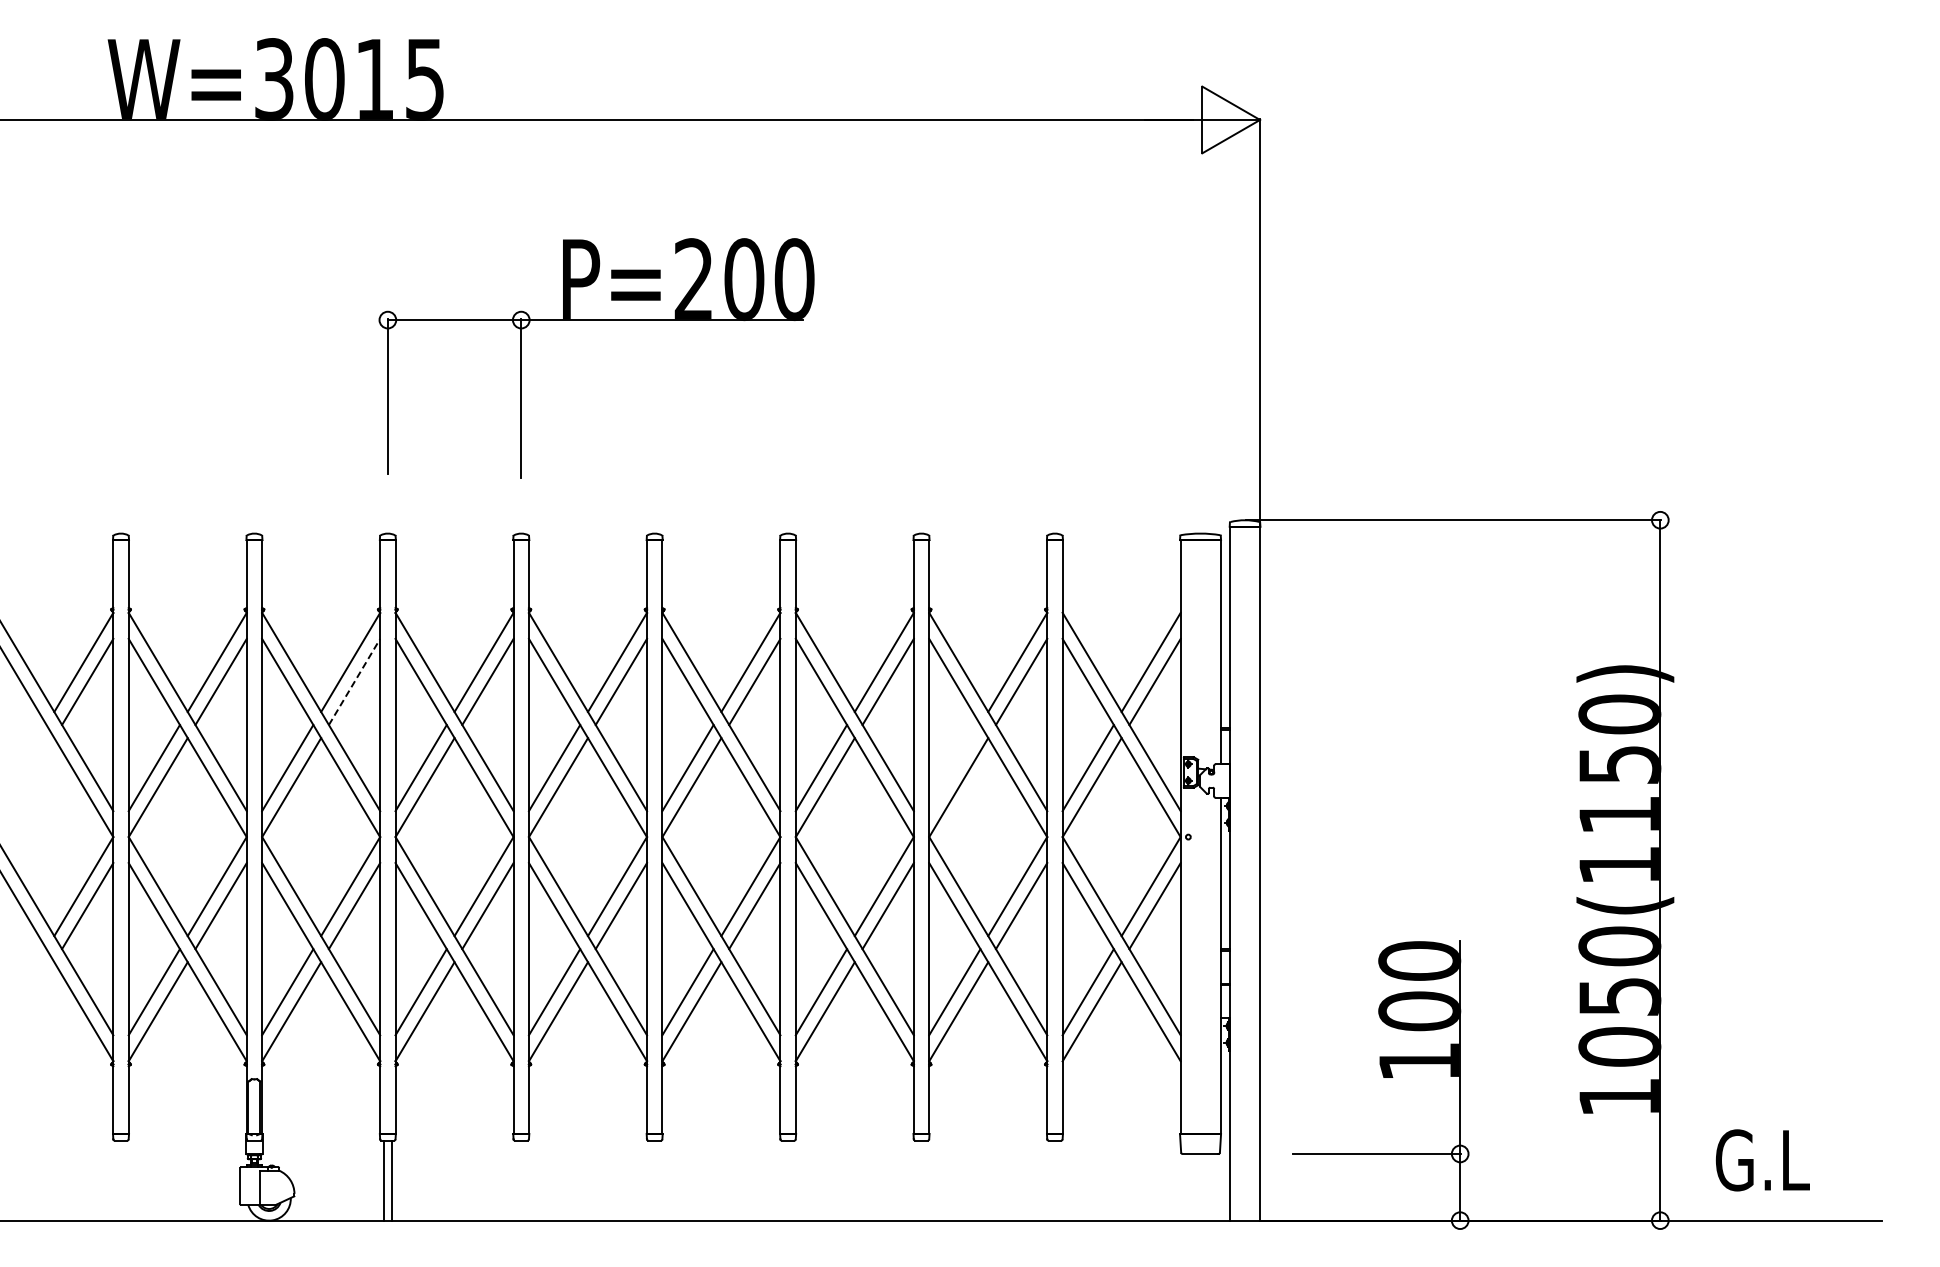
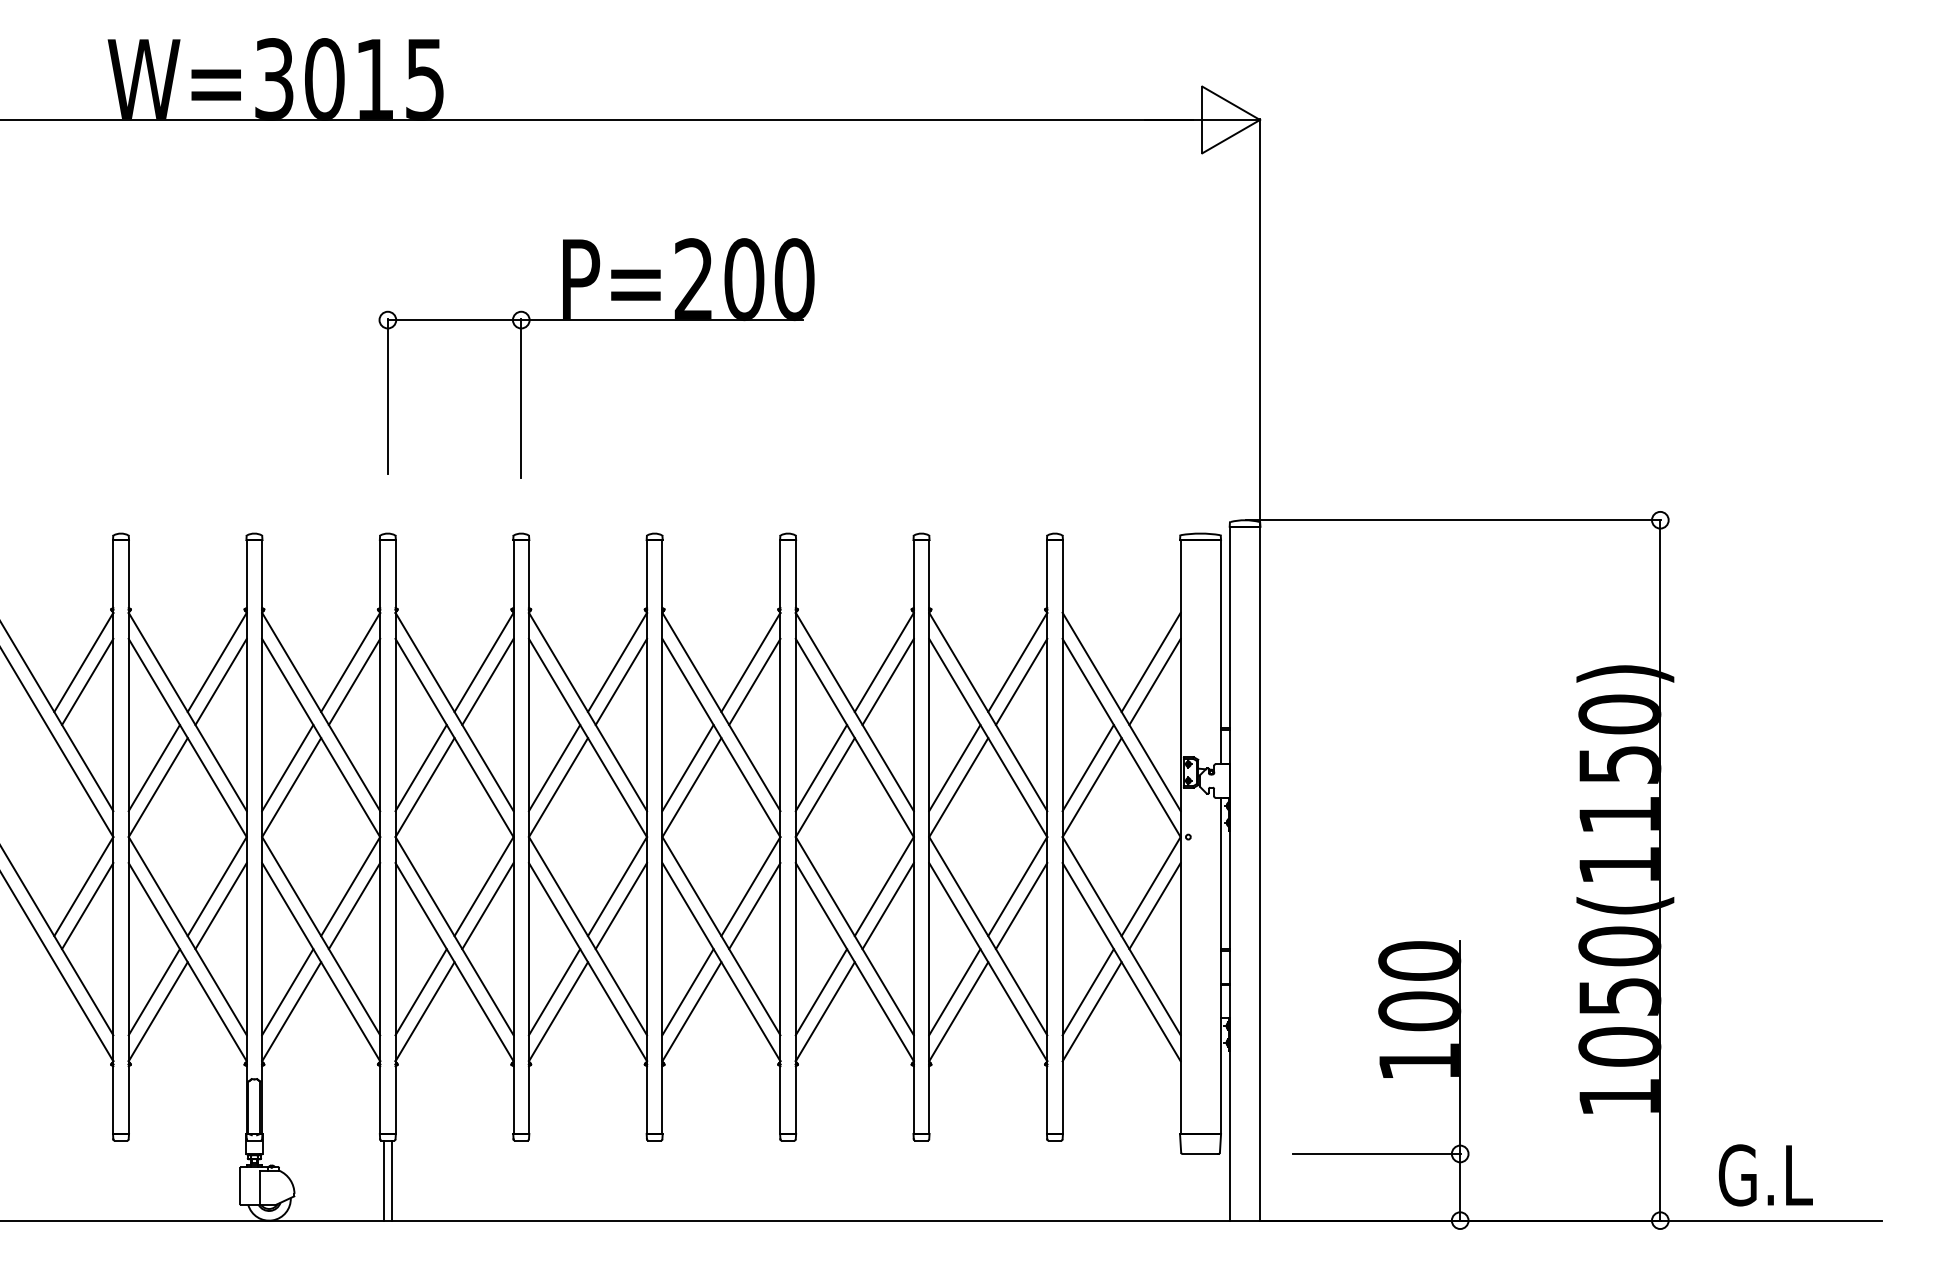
line at (354, 681): dashed -> solid
line at (954, 768): none -> present
text at (1762, 1160) position: (1762, 1160) -> (1765, 1175)
